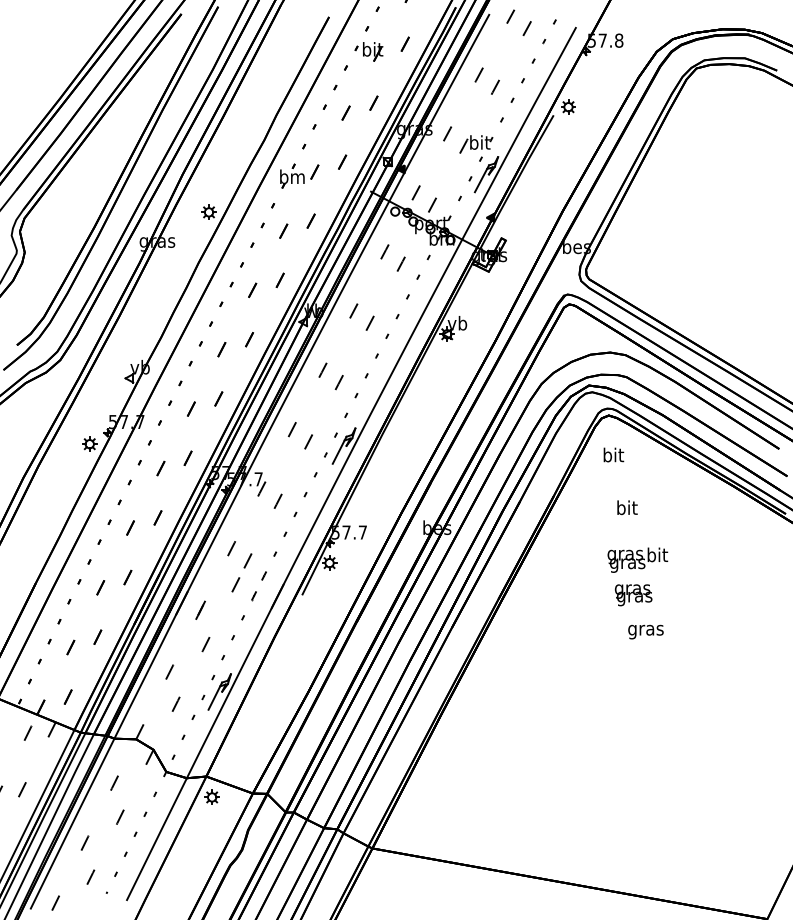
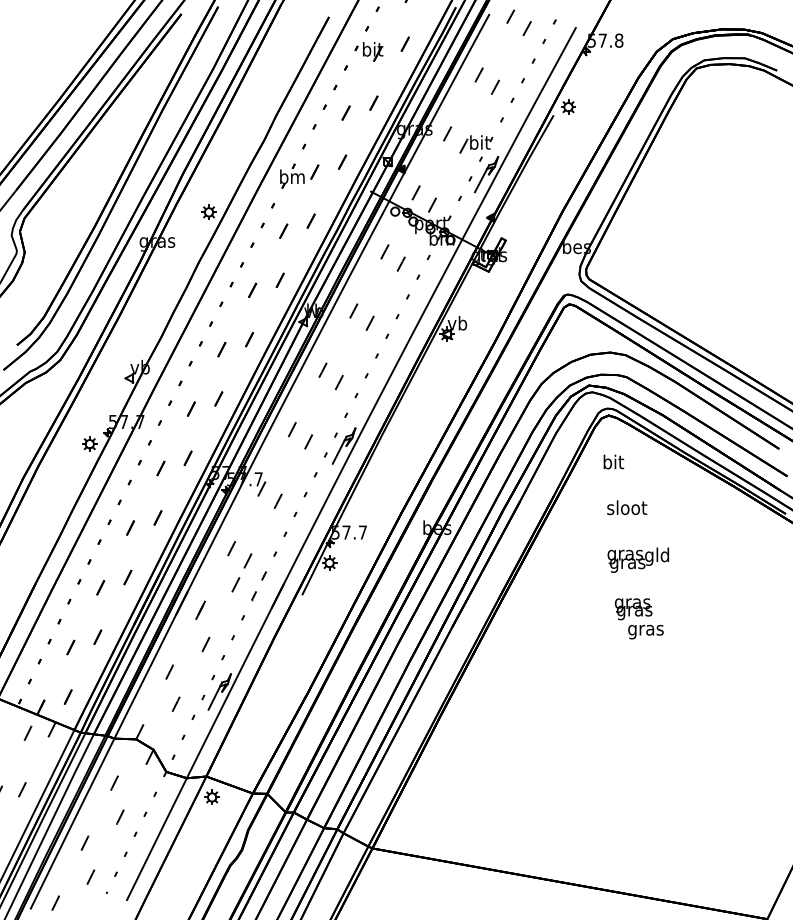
text at (613, 454) position: (613, 454) -> (613, 461)
text at (627, 507): bit -> sloot
text at (657, 556): bit -> gld
text at (633, 595) position: (633, 595) -> (633, 609)
